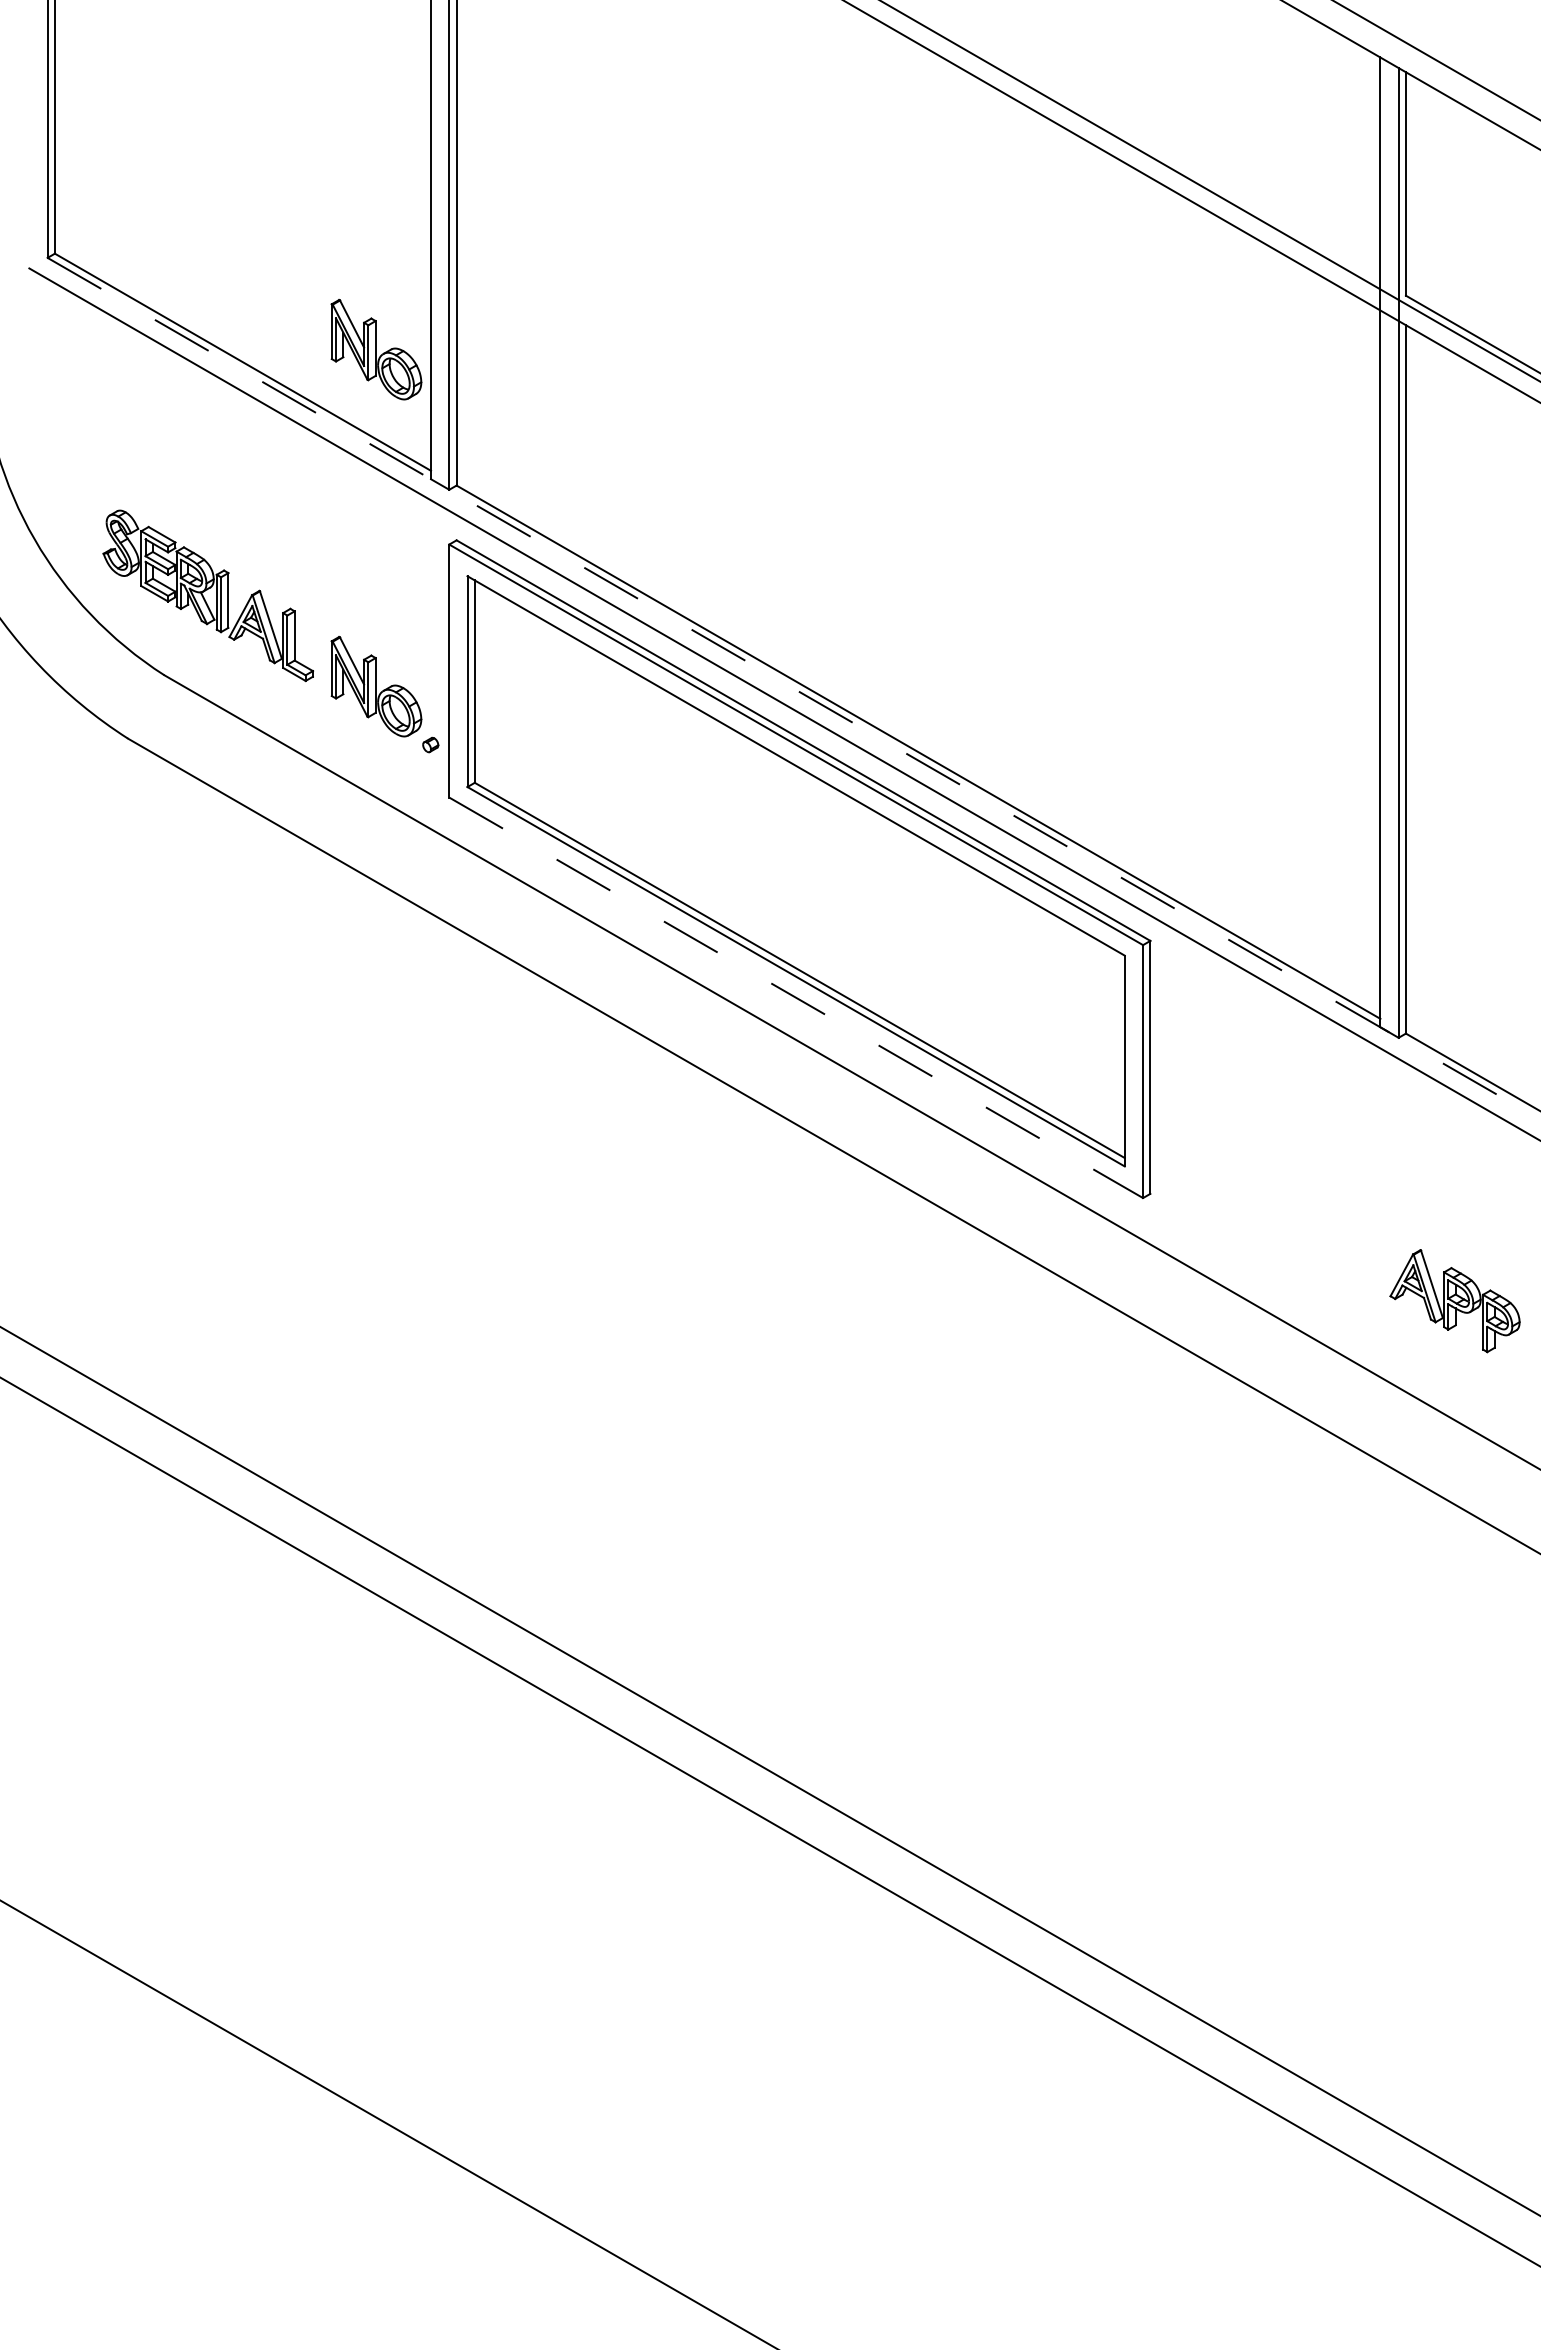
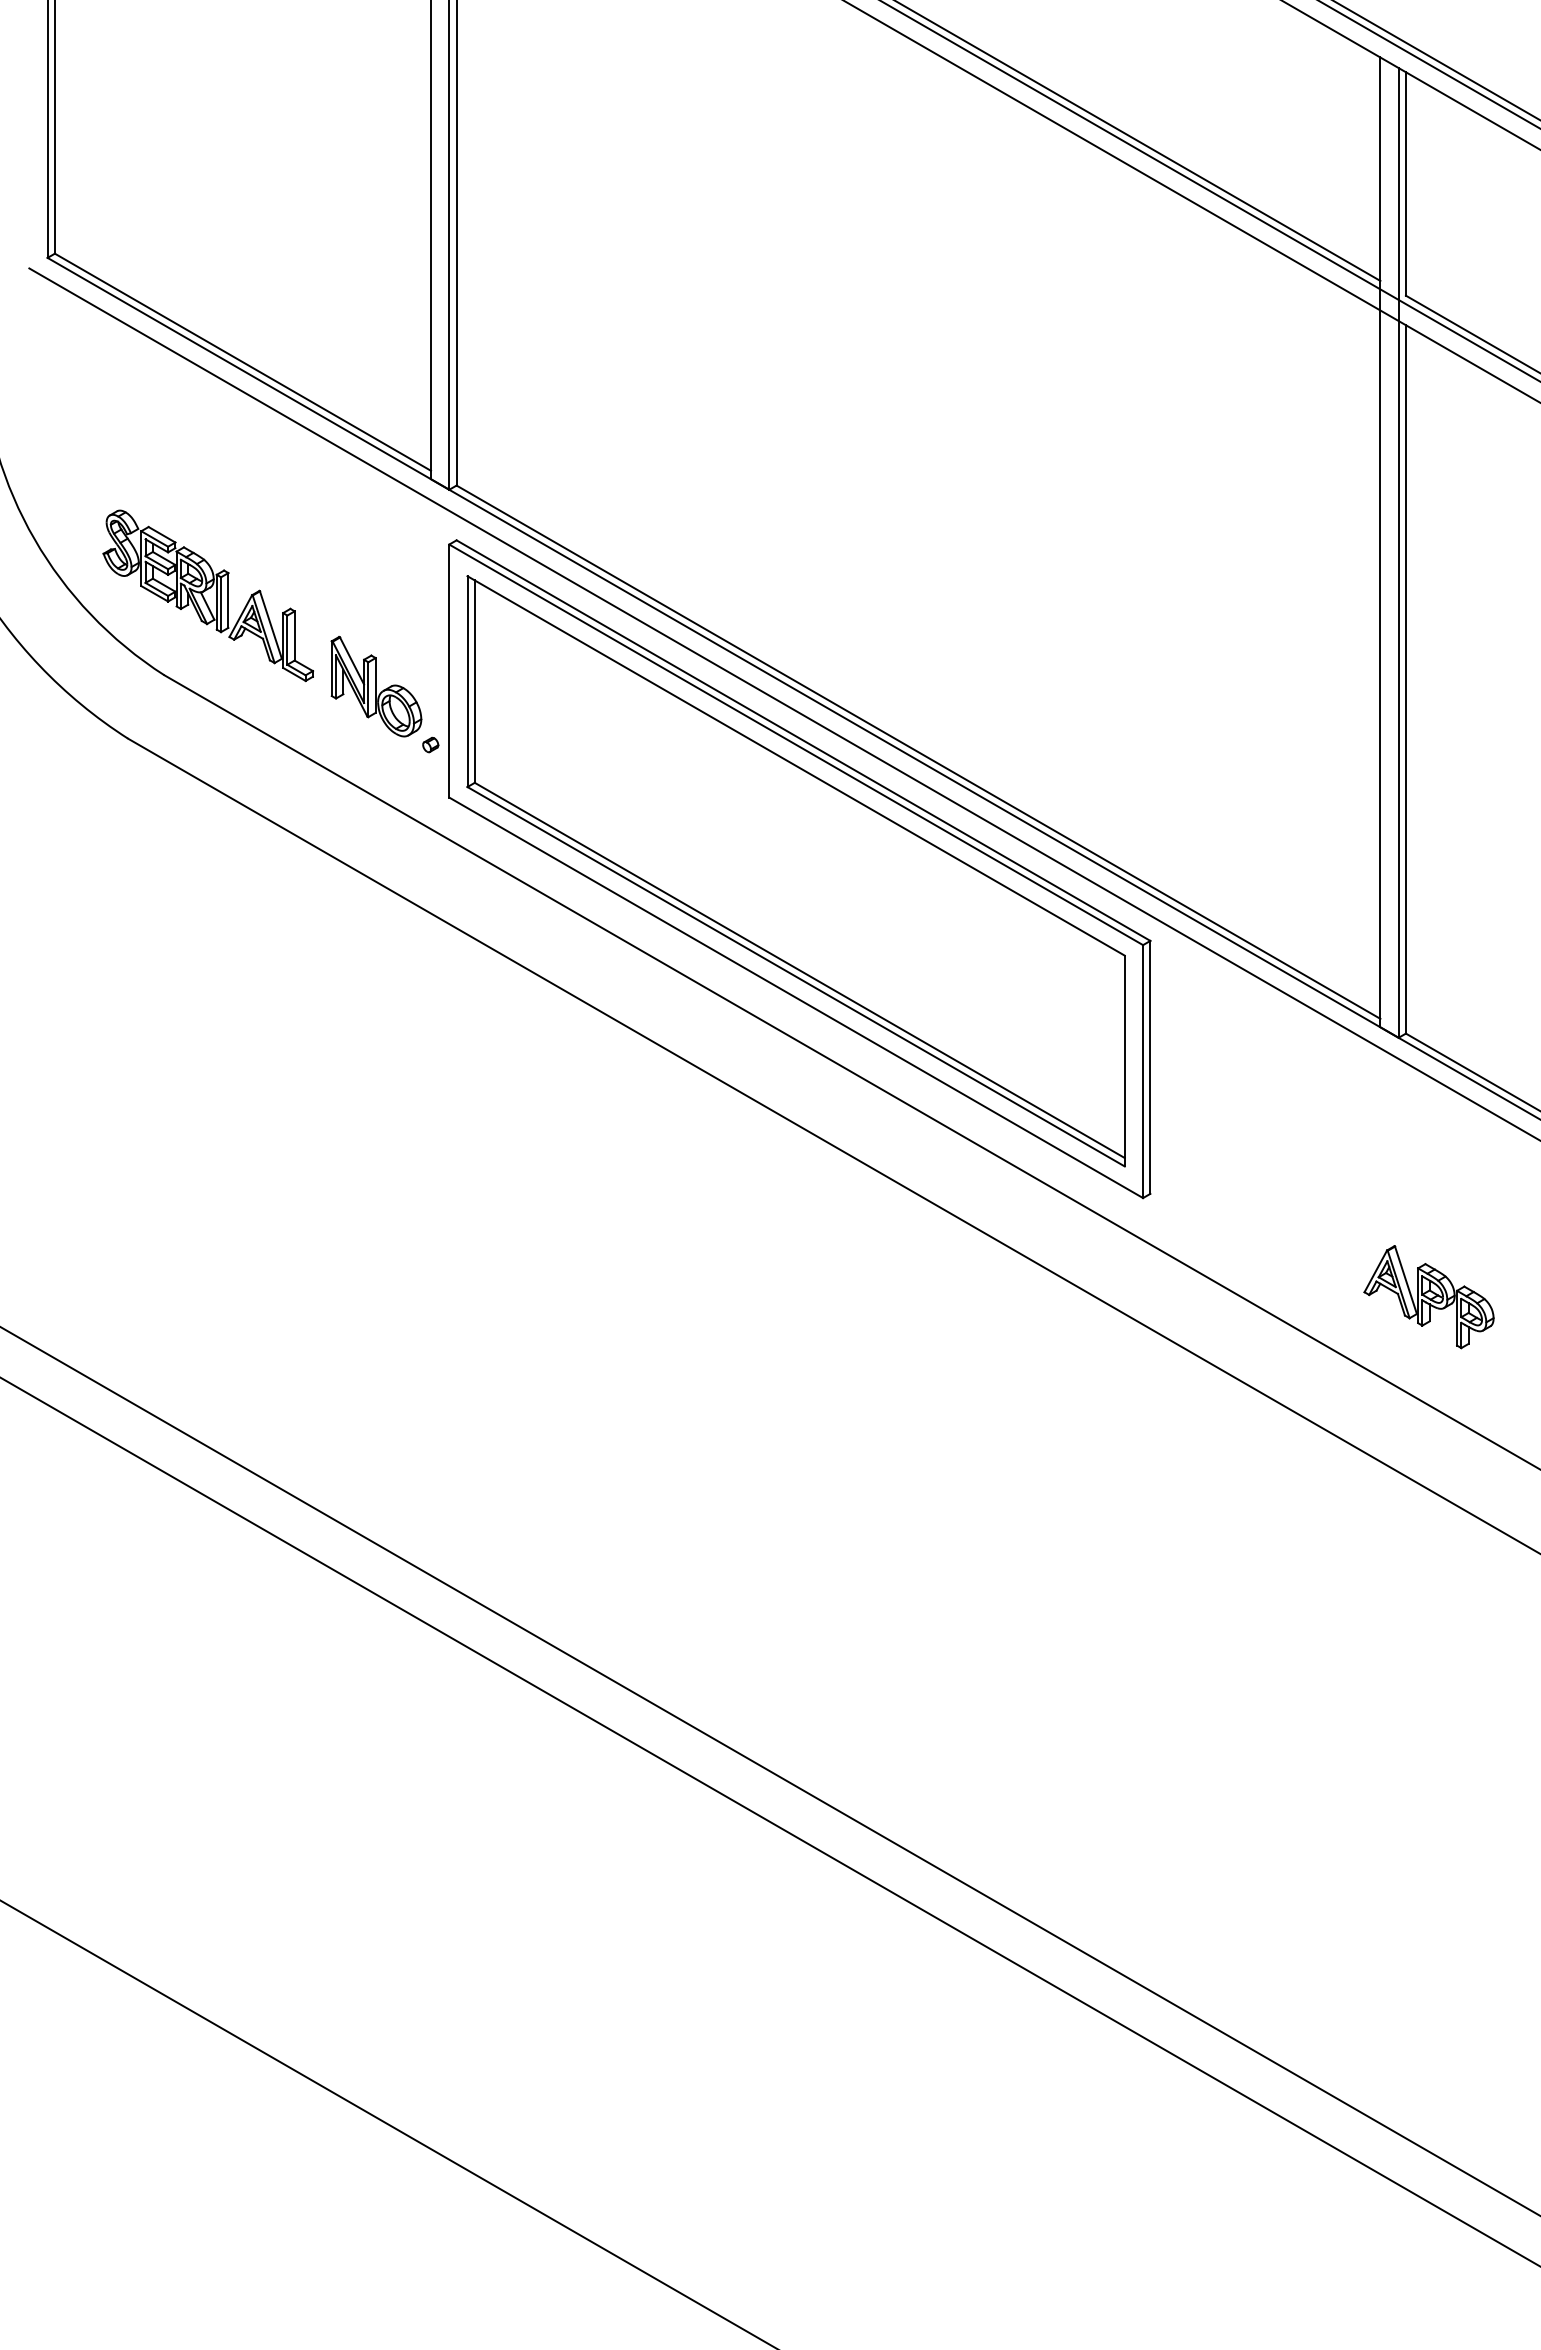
line at (1428, 64): none -> present
line at (1138, 141): none -> present
part at (376, 349): present -> none
line at (794, 688): dashed -> solid
line at (796, 997): dashed -> solid
part at (1454, 1301) position: (1454, 1301) -> (1428, 1297)
